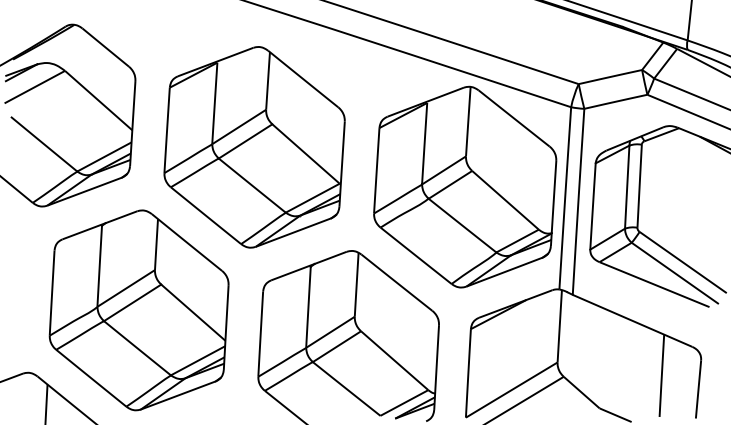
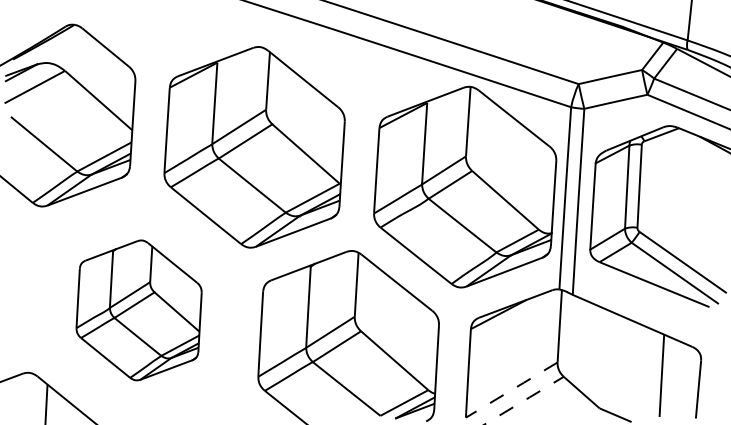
part at (138, 310) size: 182x203 px -> 128x143 px
line at (511, 389): solid -> dashed
line at (524, 400): solid -> dashed
